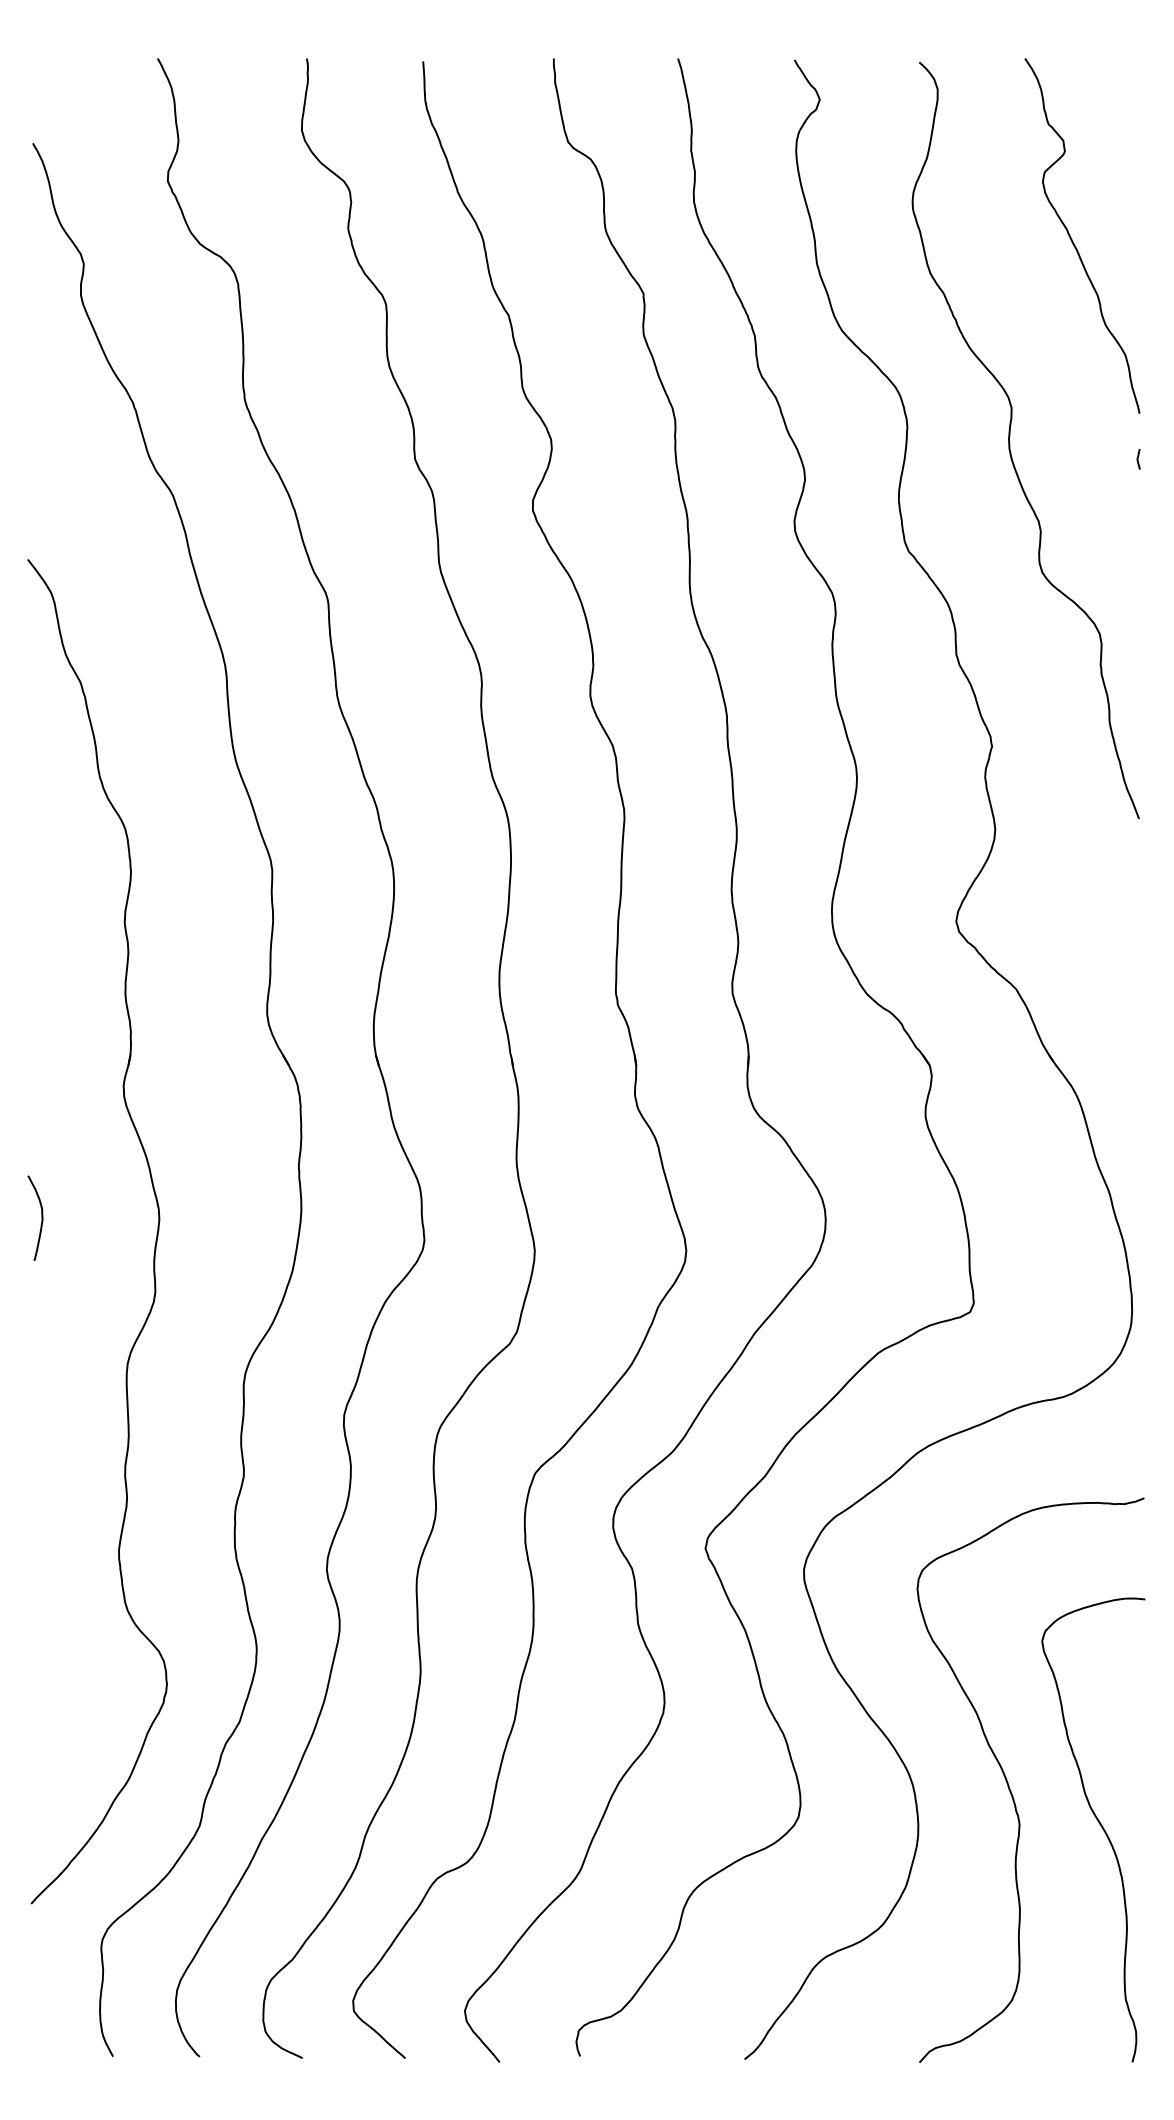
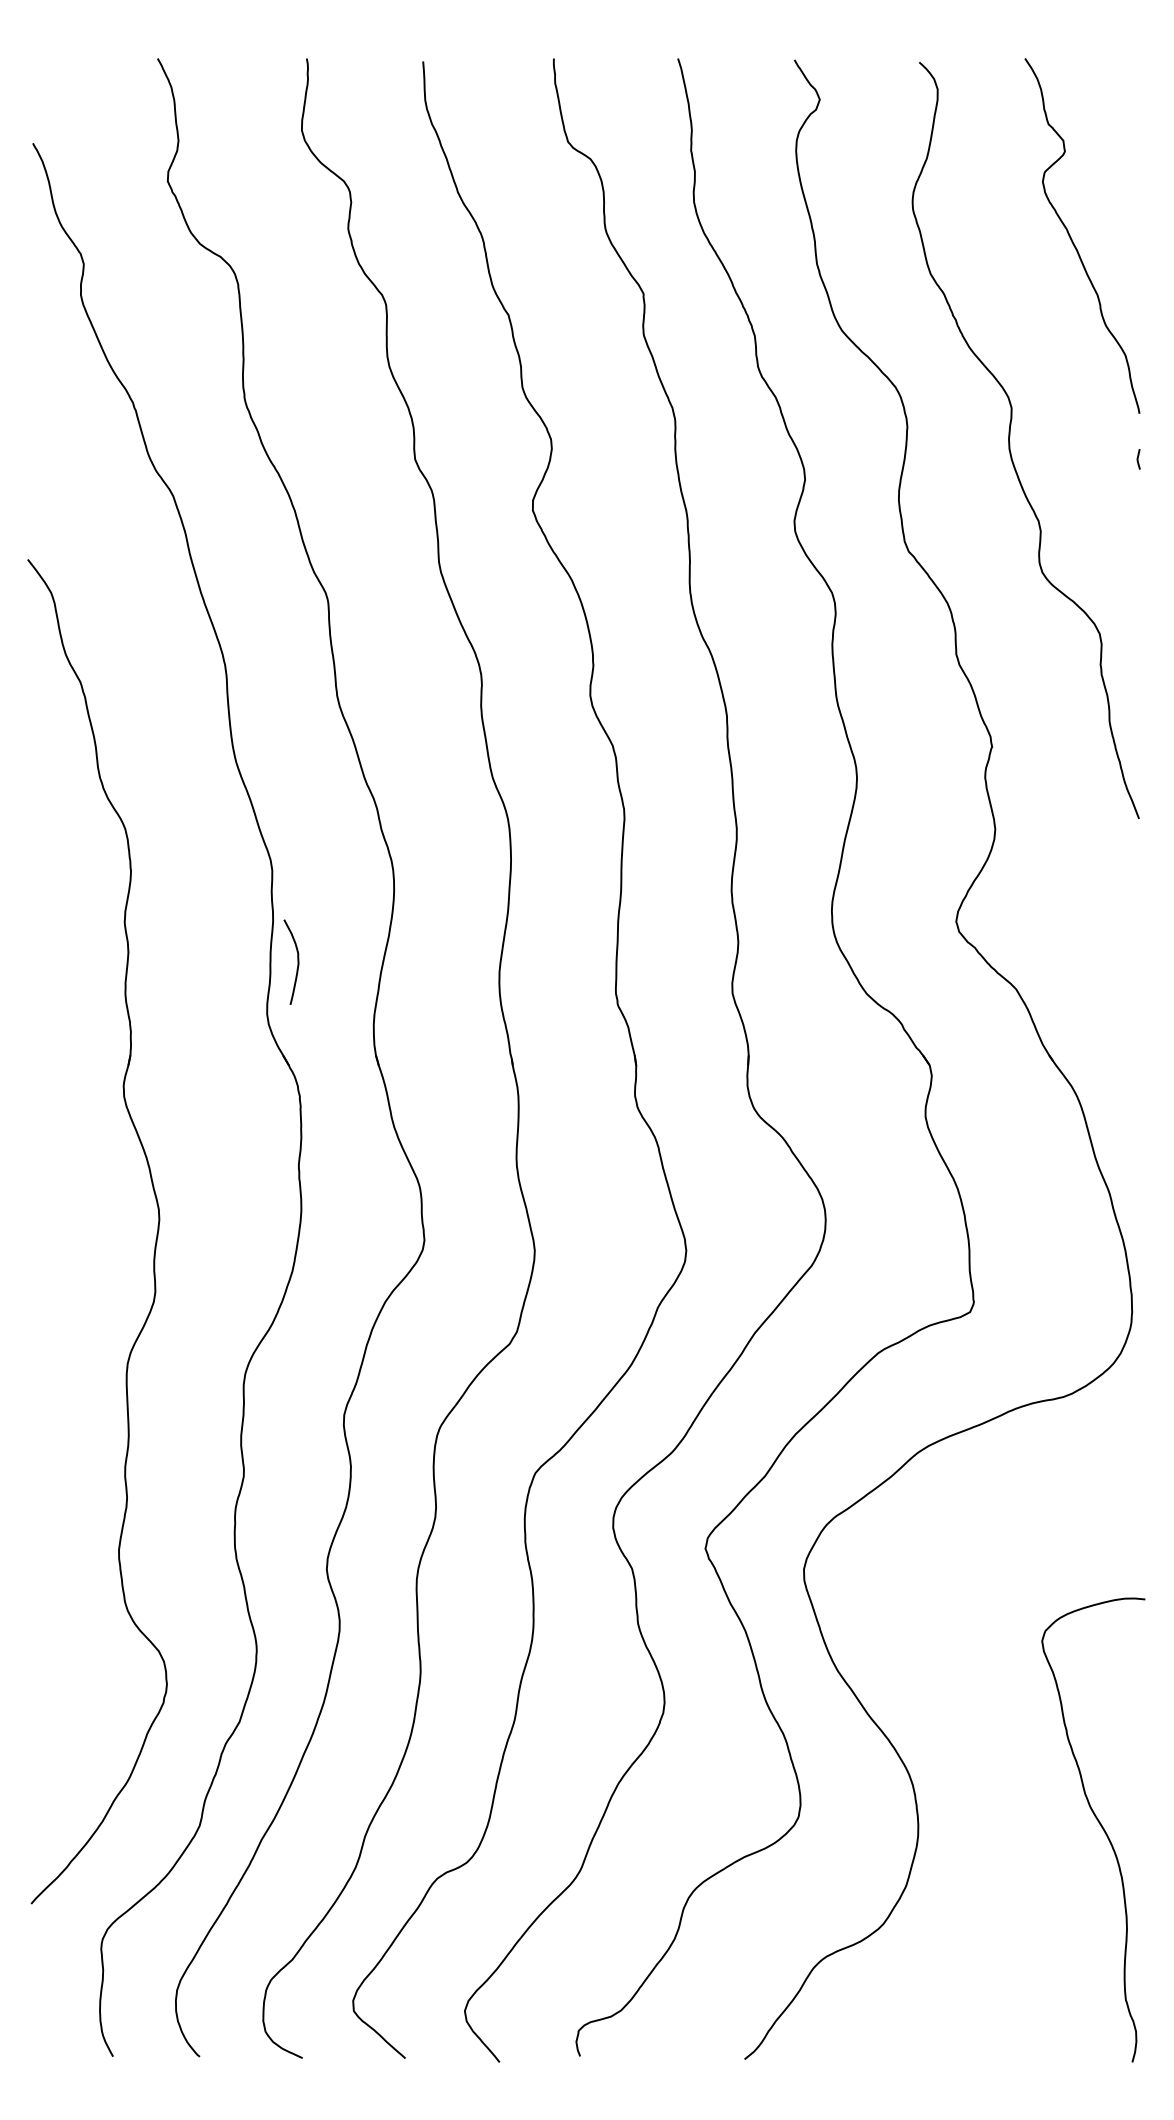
curve at (41, 1217) position: (41, 1217) -> (297, 961)
curve at (1009, 1785): present -> none
